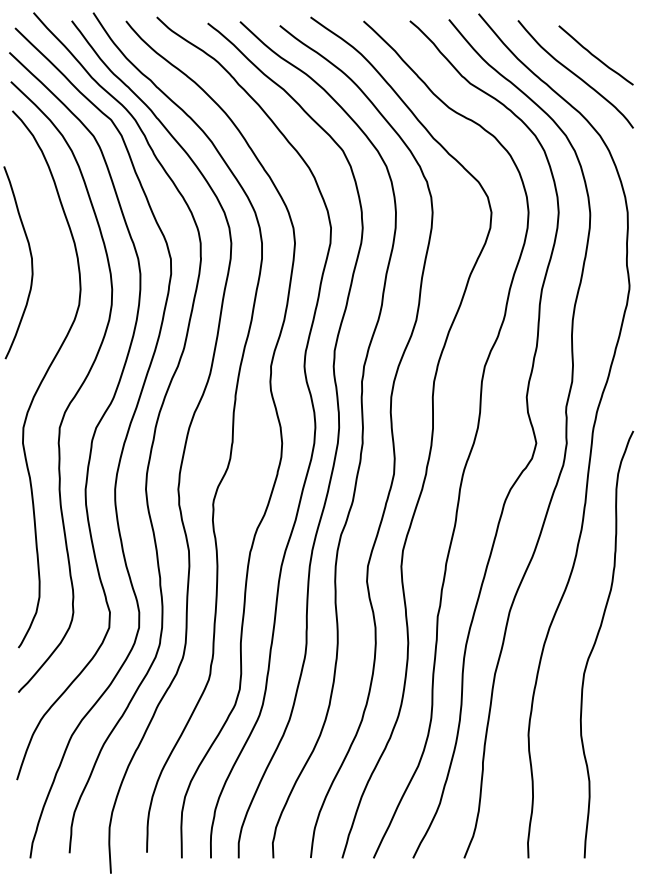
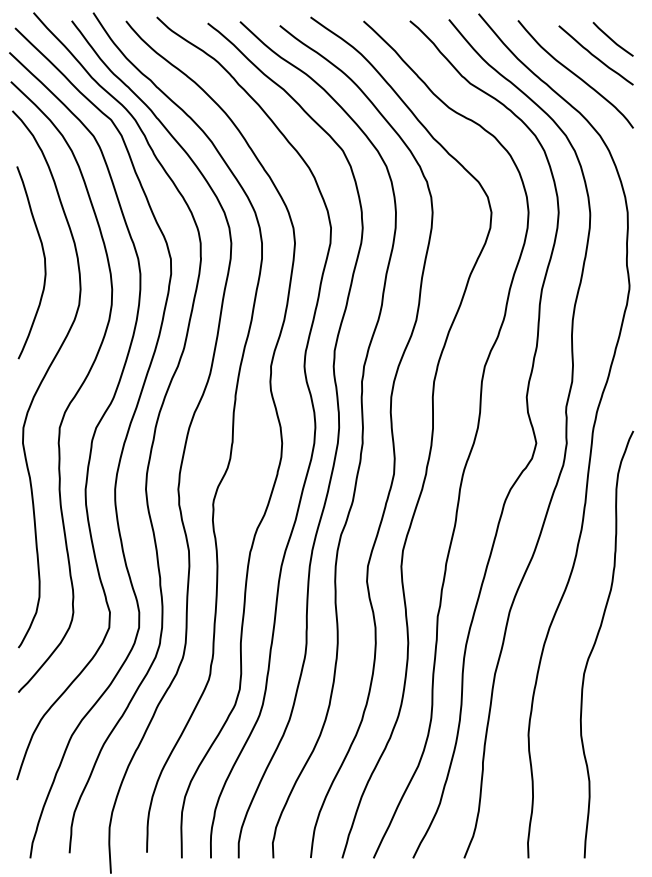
curve at (612, 39): none -> present
curve at (30, 257) position: (30, 257) -> (43, 257)
